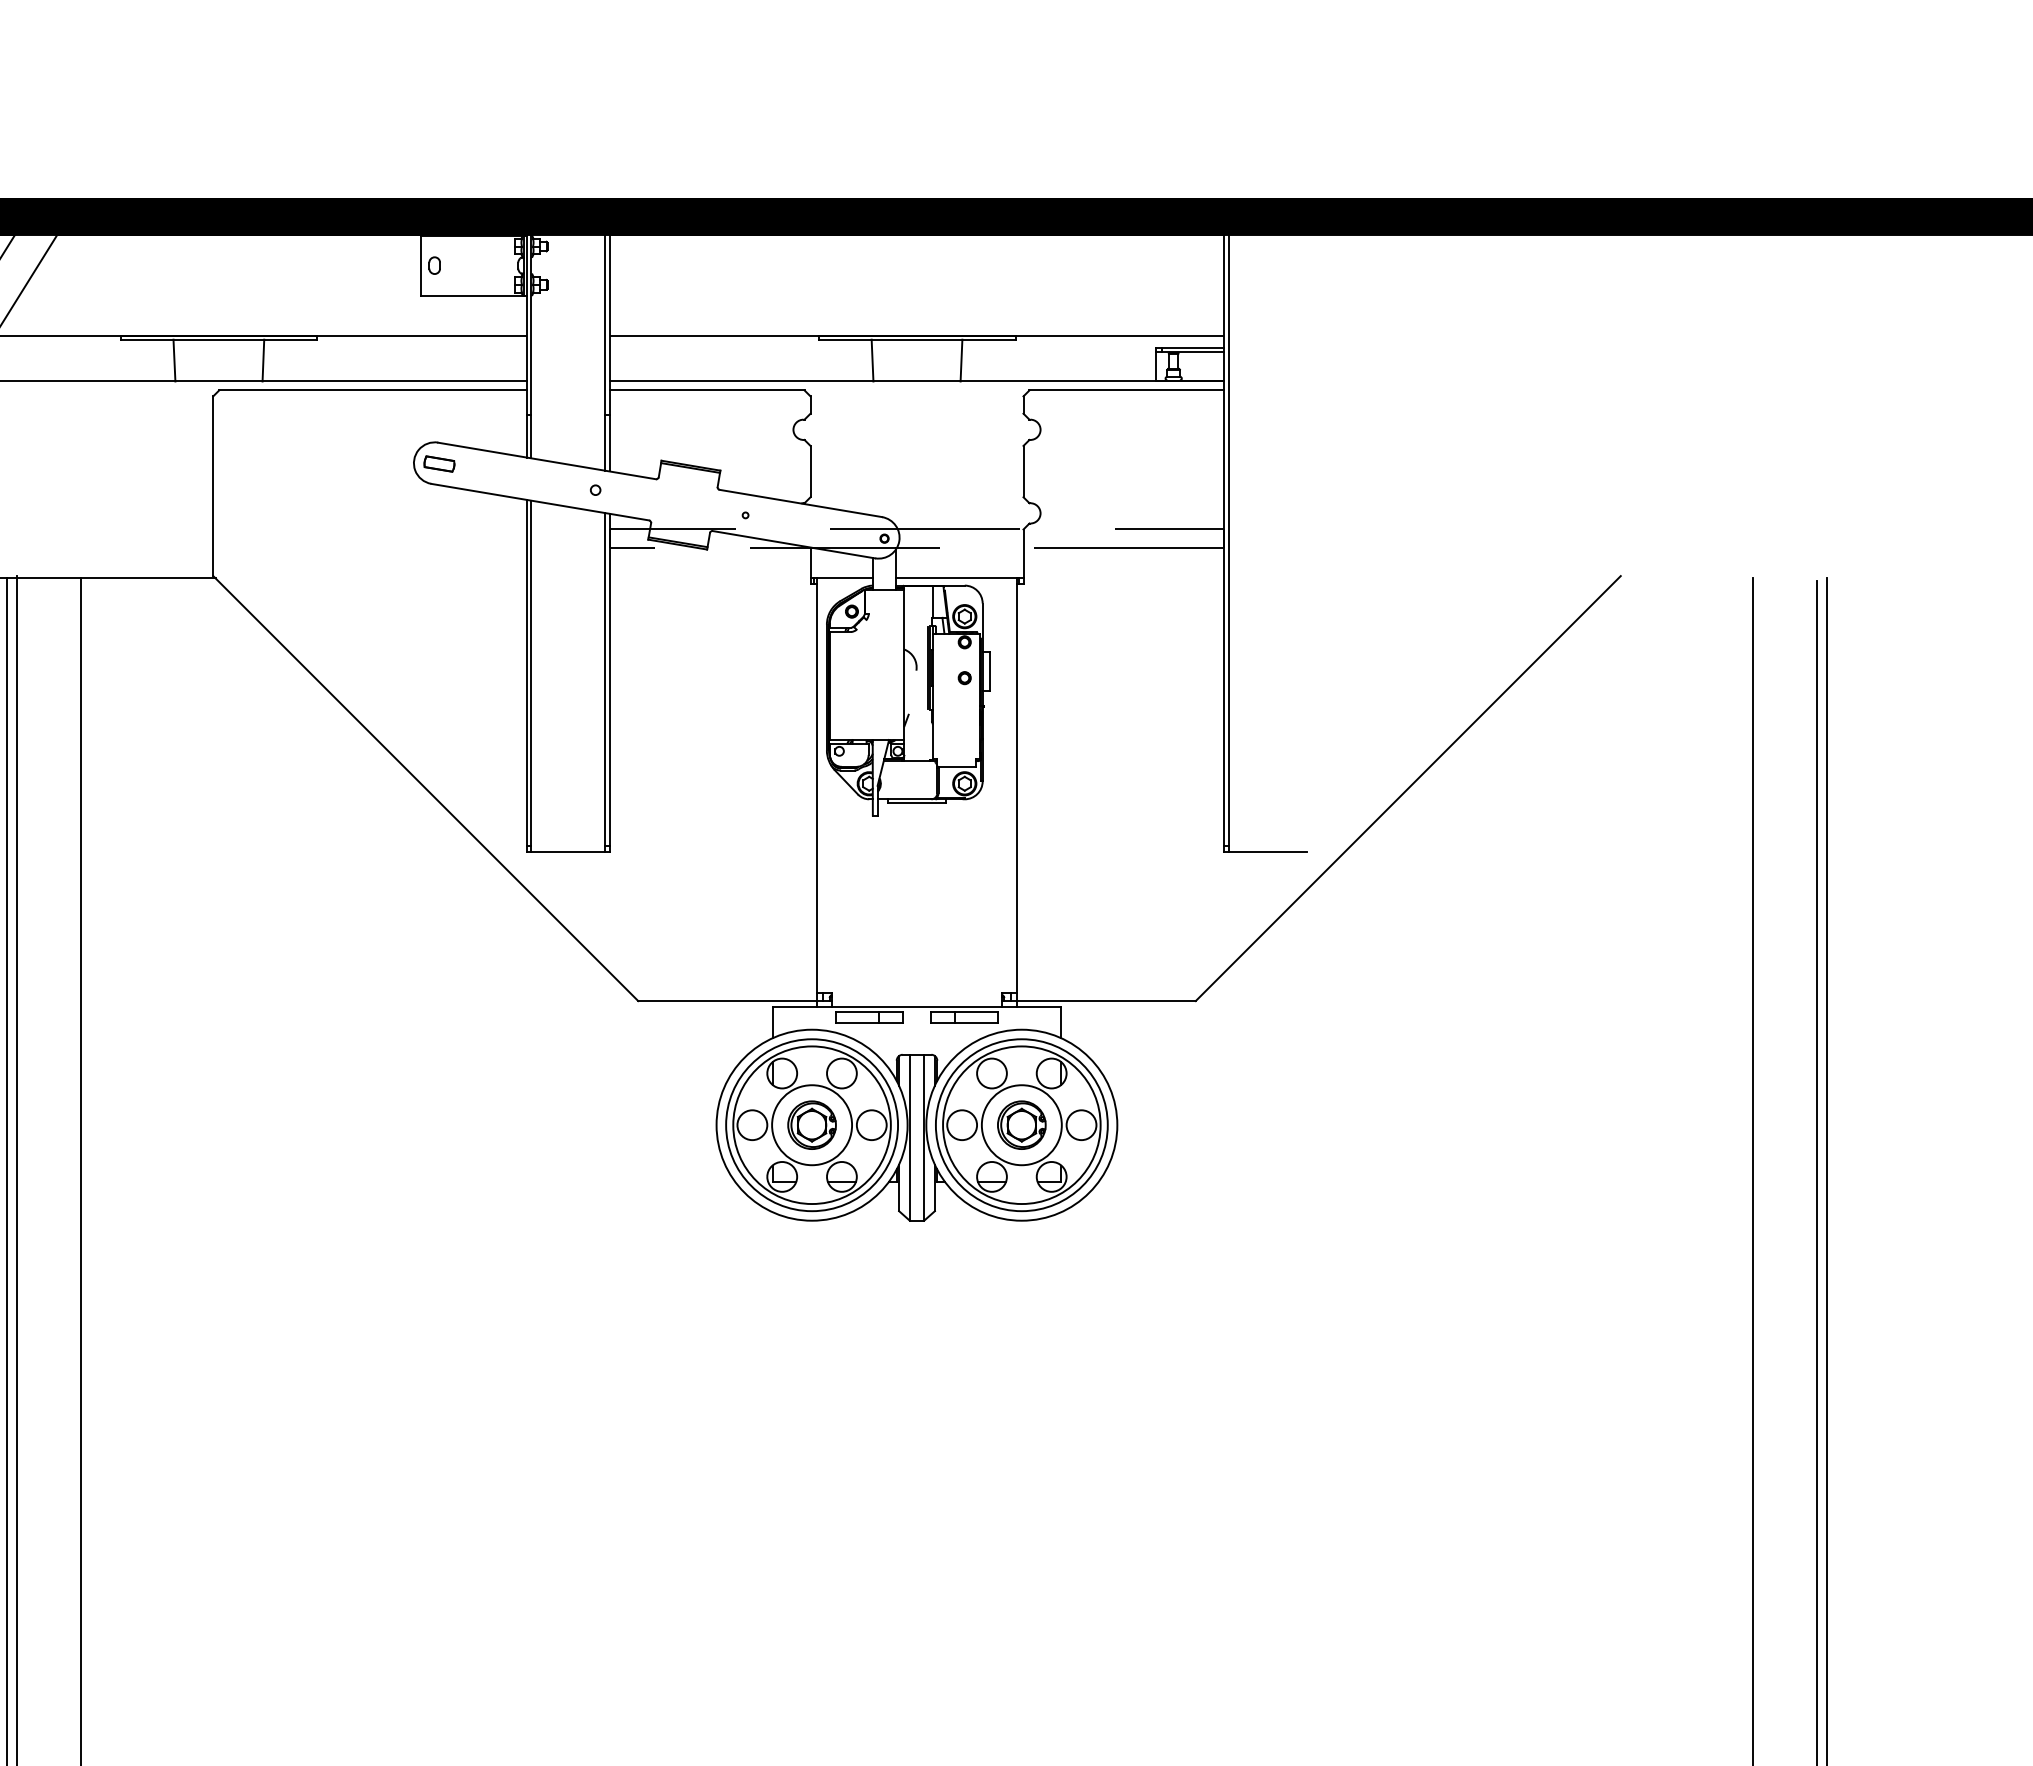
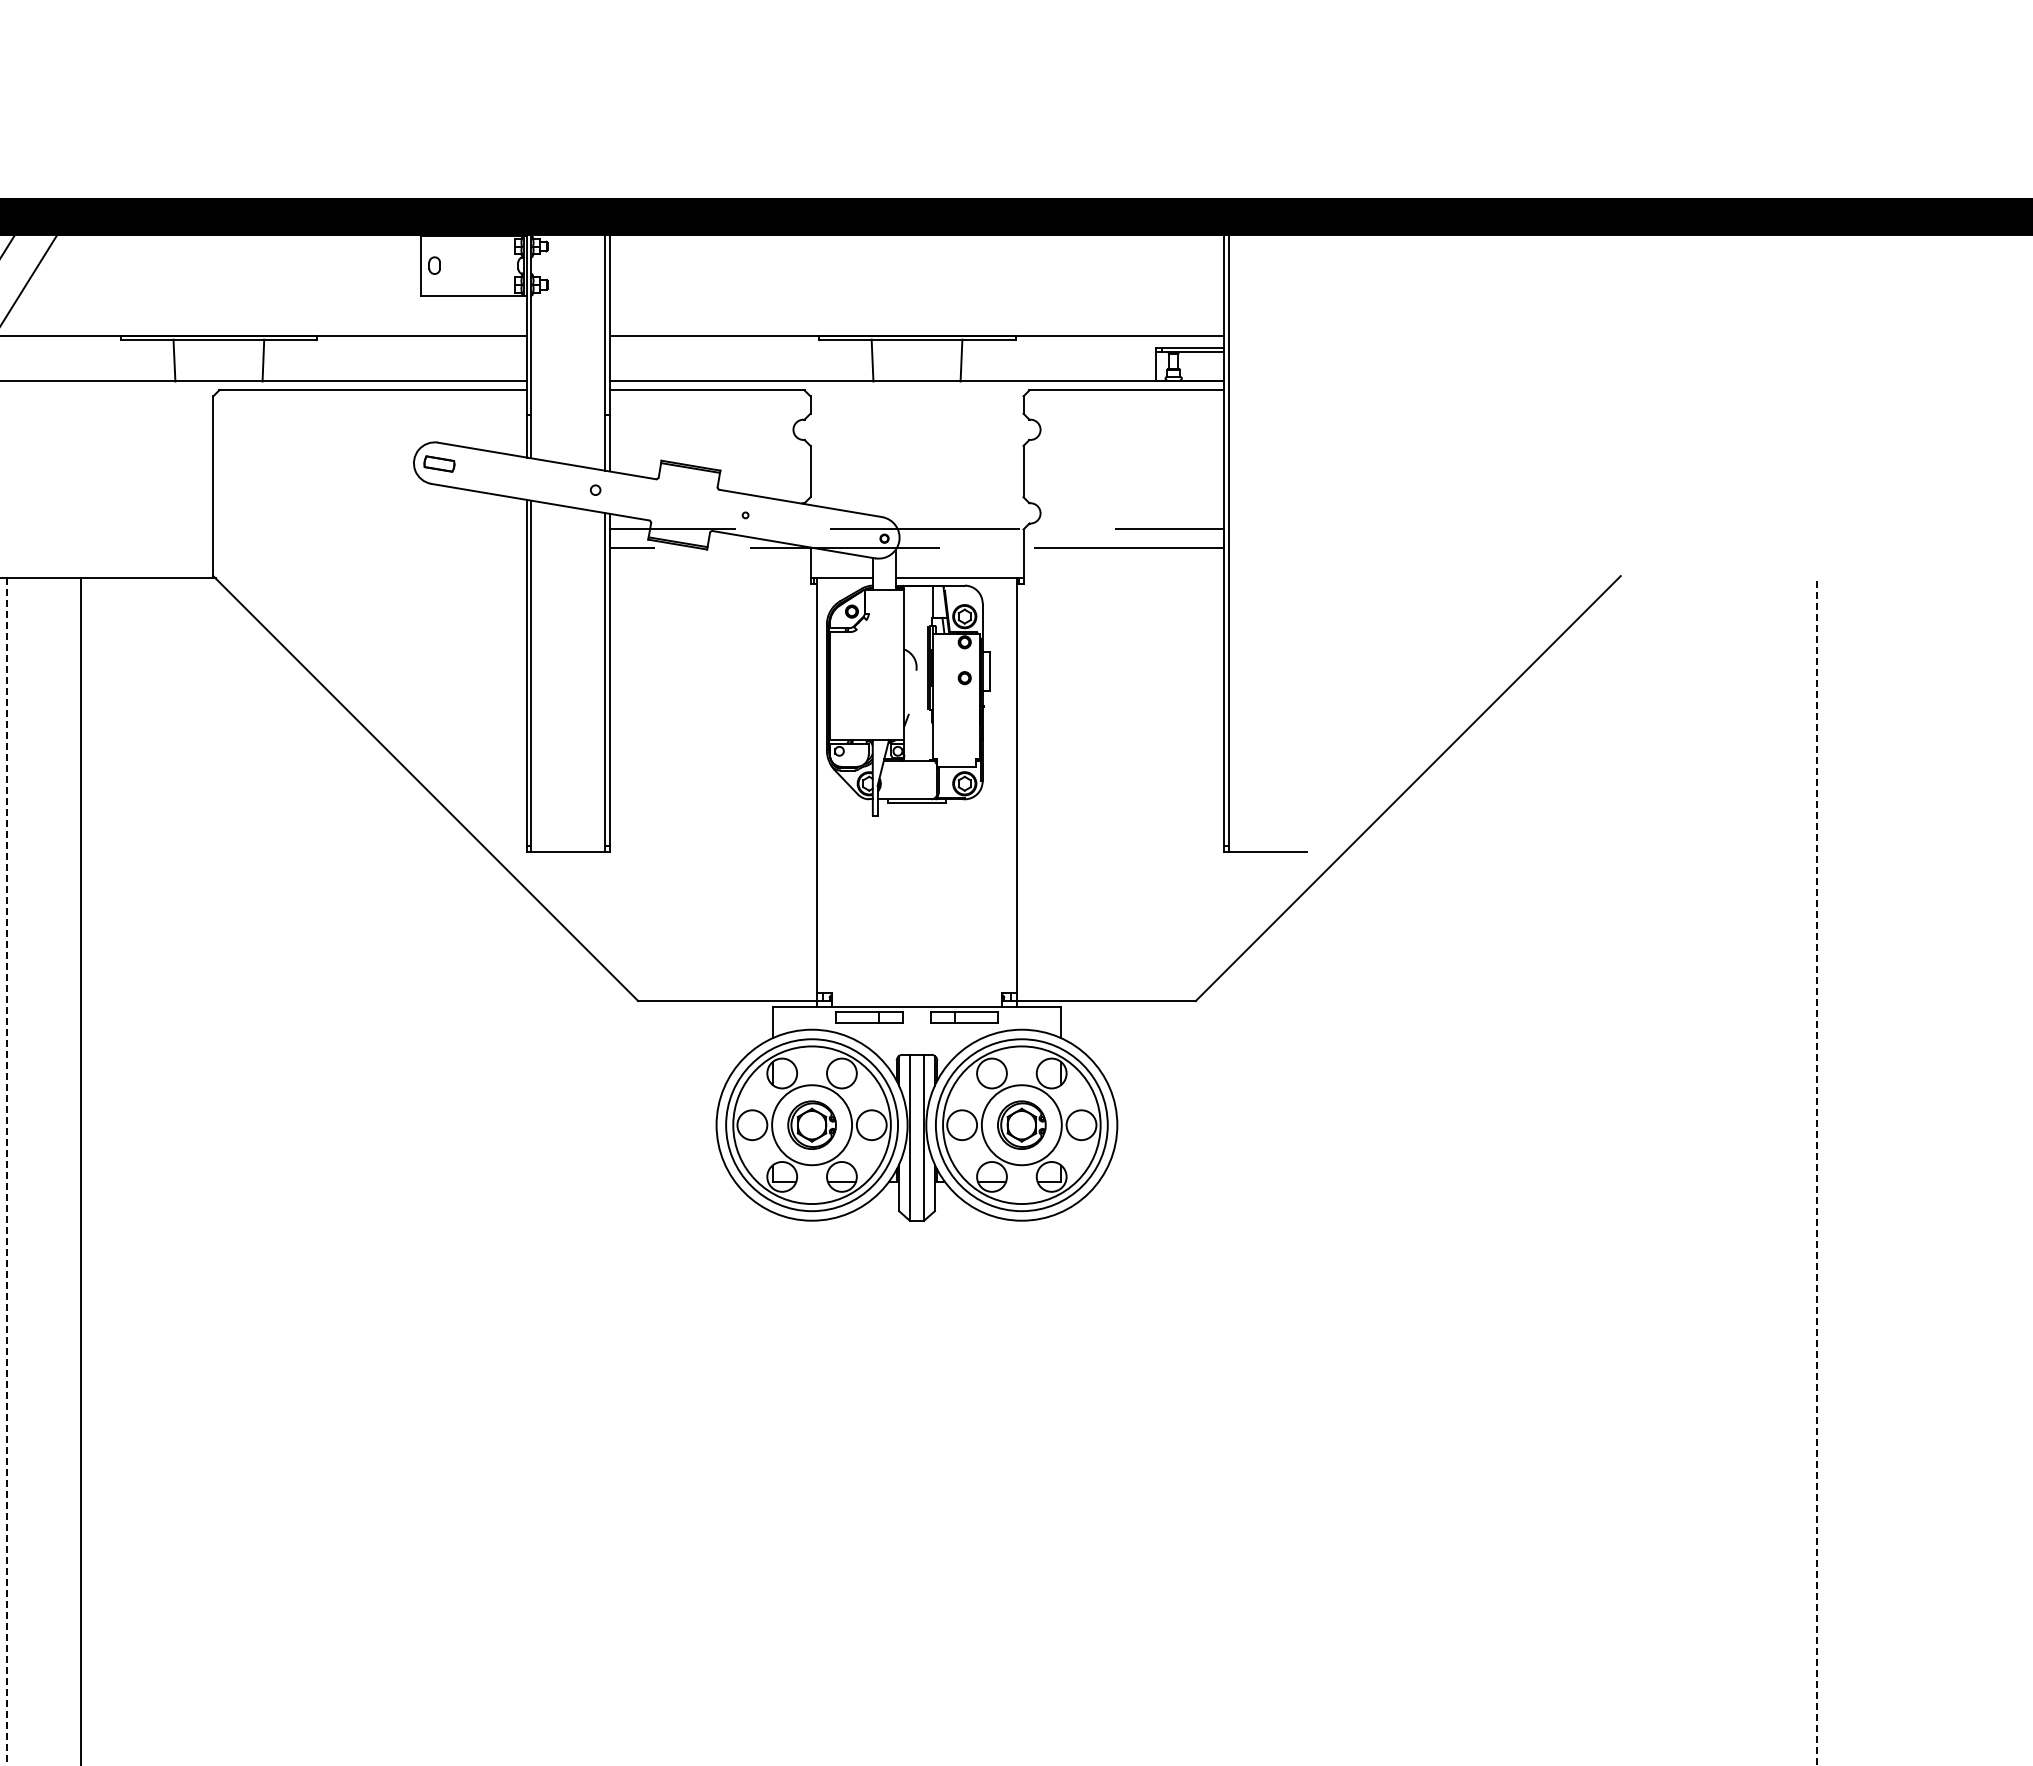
line at (16, 1169): present -> none
line at (1752, 1170): present -> none
line at (1826, 1170): present -> none
line at (7, 1172): solid -> dashed
line at (1817, 1173): solid -> dashed
